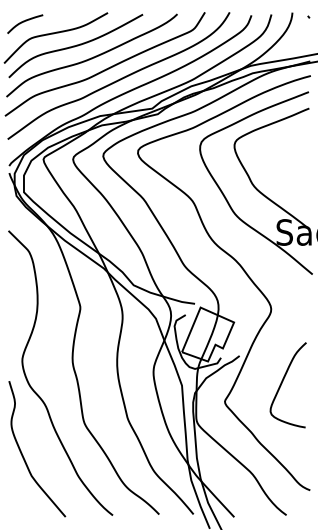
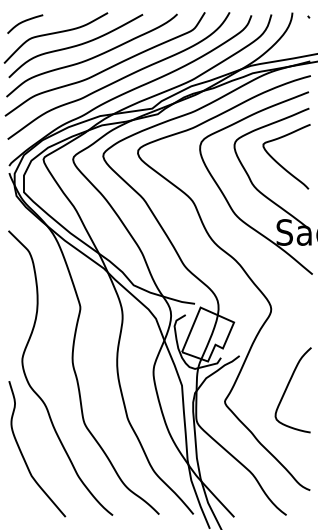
curve at (282, 165): none -> present
curve at (282, 383) position: (282, 383) -> (287, 388)
